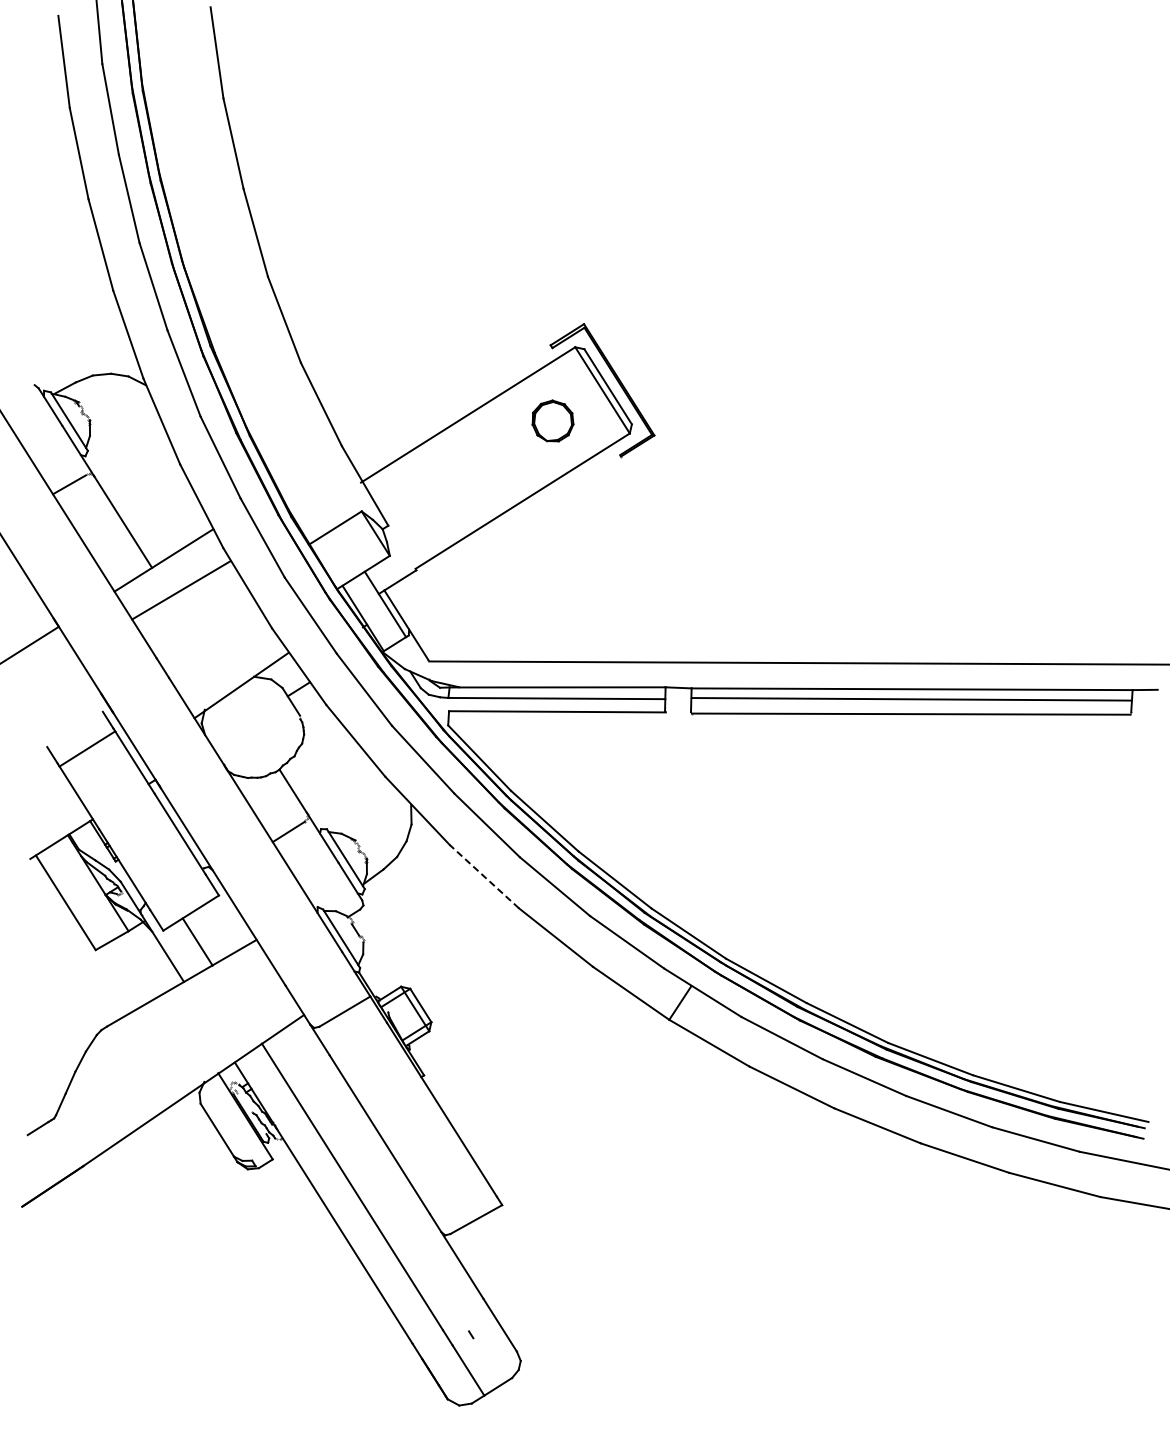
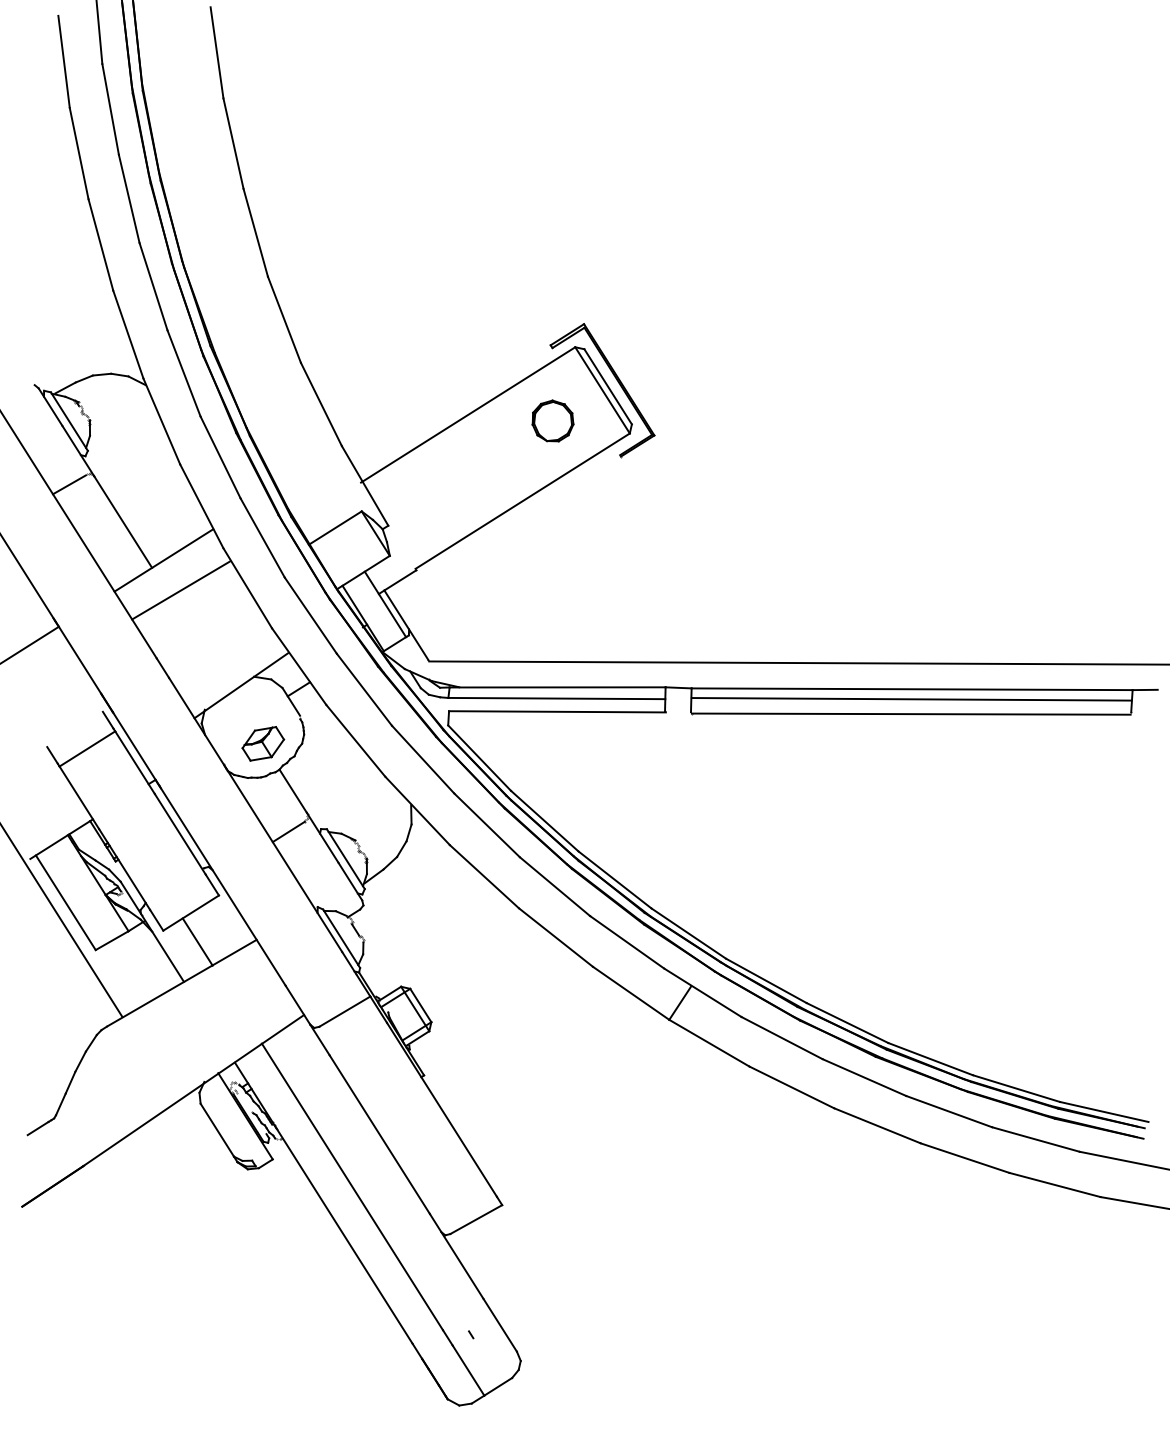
part at (263, 743): none -> present
line at (484, 876): dashed -> solid
line at (62, 921): none -> present
